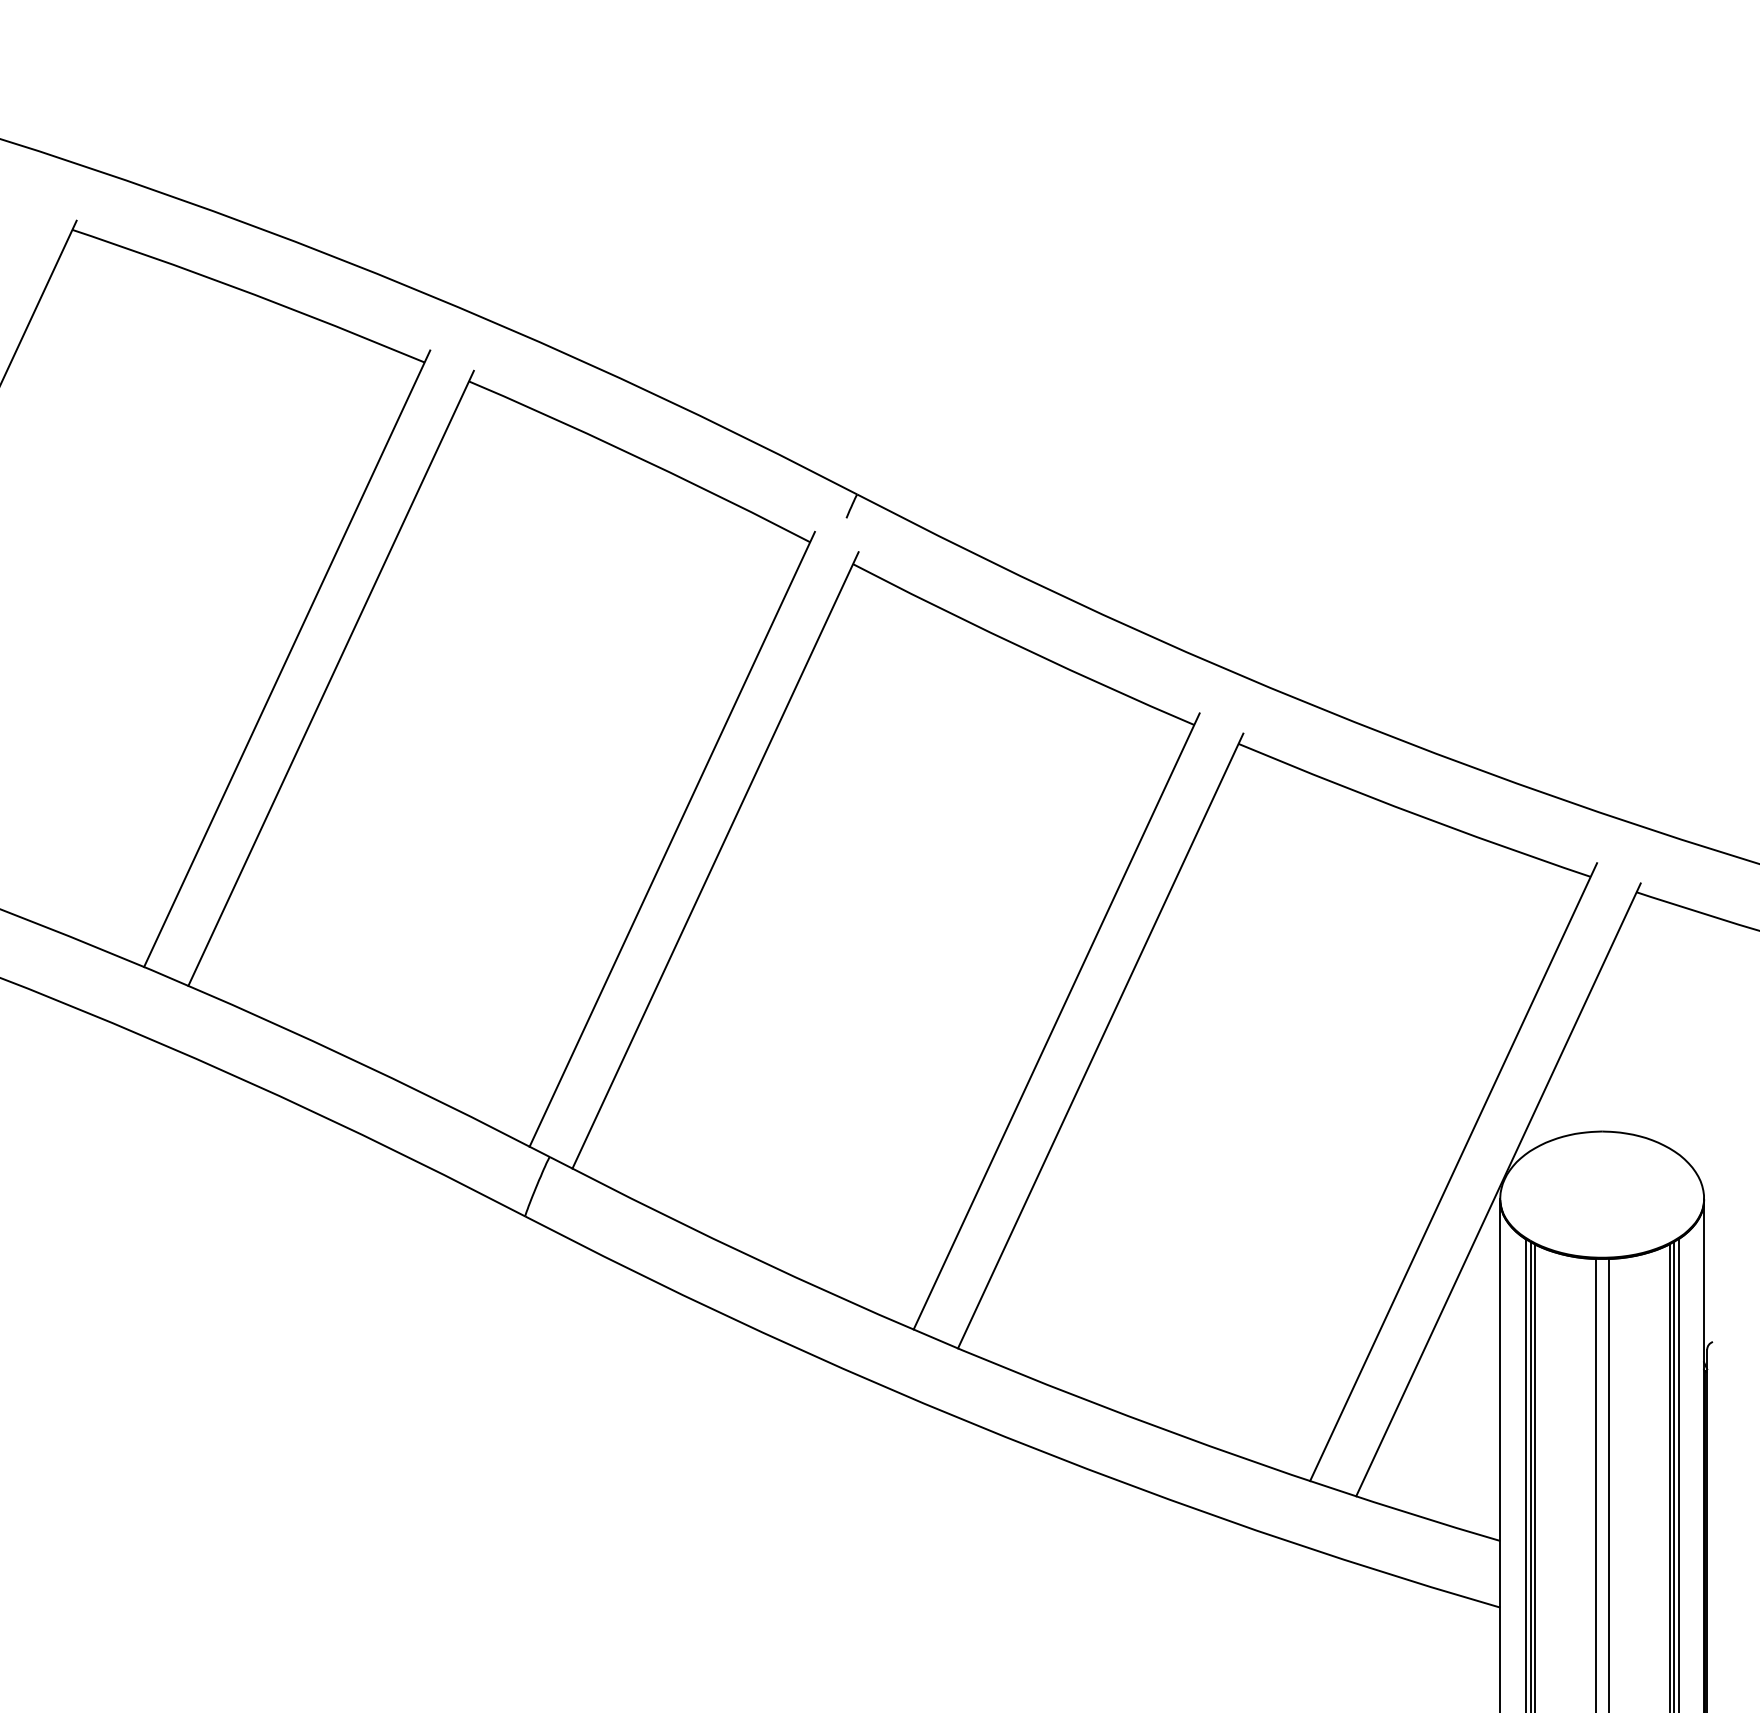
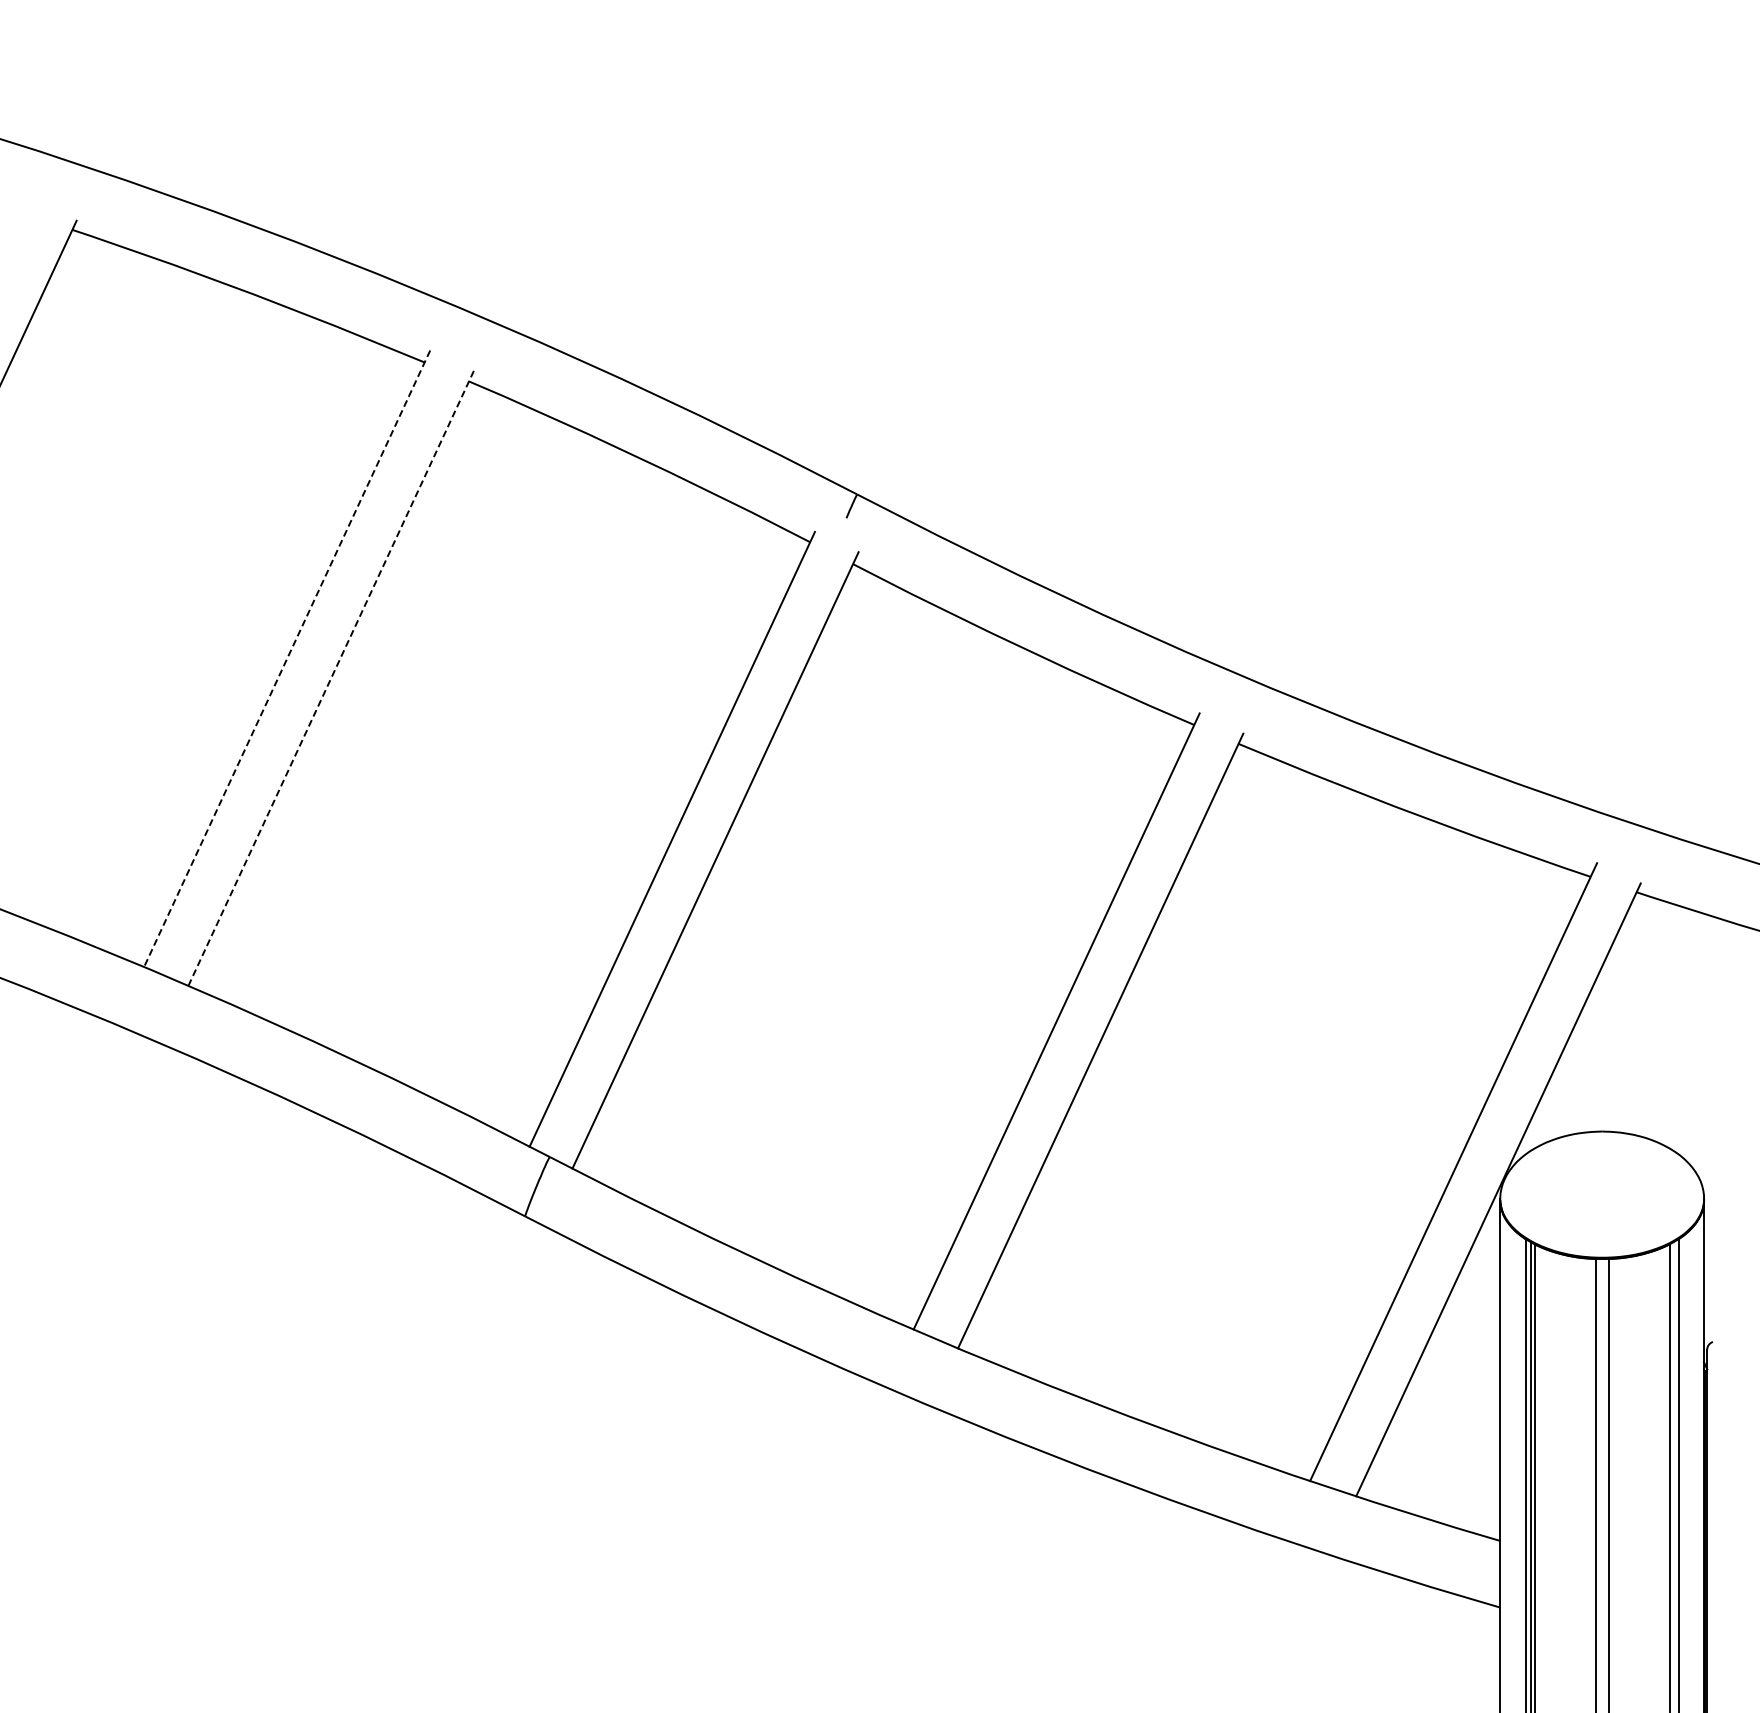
line at (287, 658): solid -> dashed
line at (331, 677): solid -> dashed
line at (1673, 1475): present -> none
